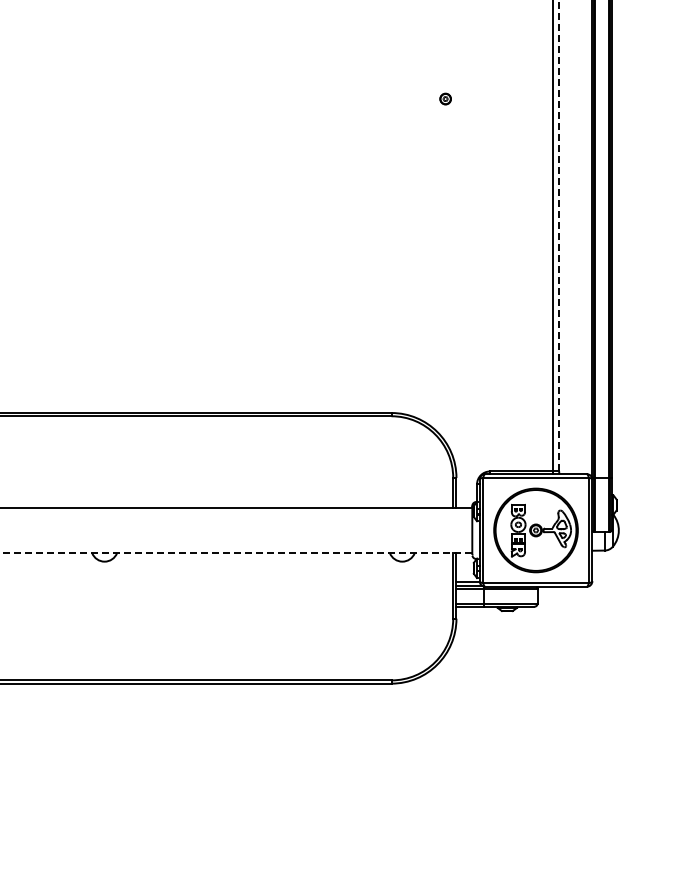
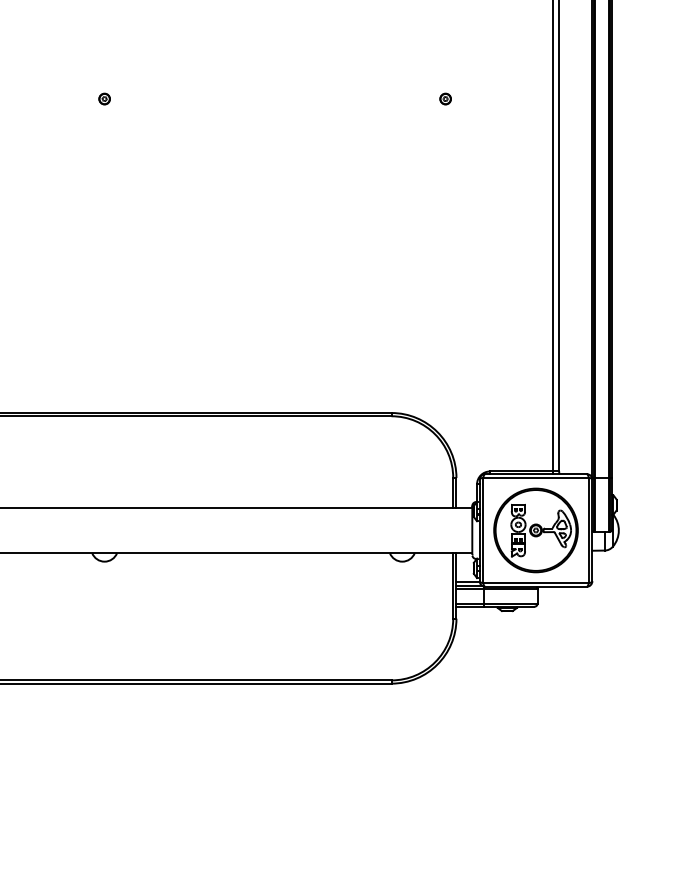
part at (104, 98): none -> present
line at (559, 235): dashed -> solid
line at (236, 553): dashed -> solid
